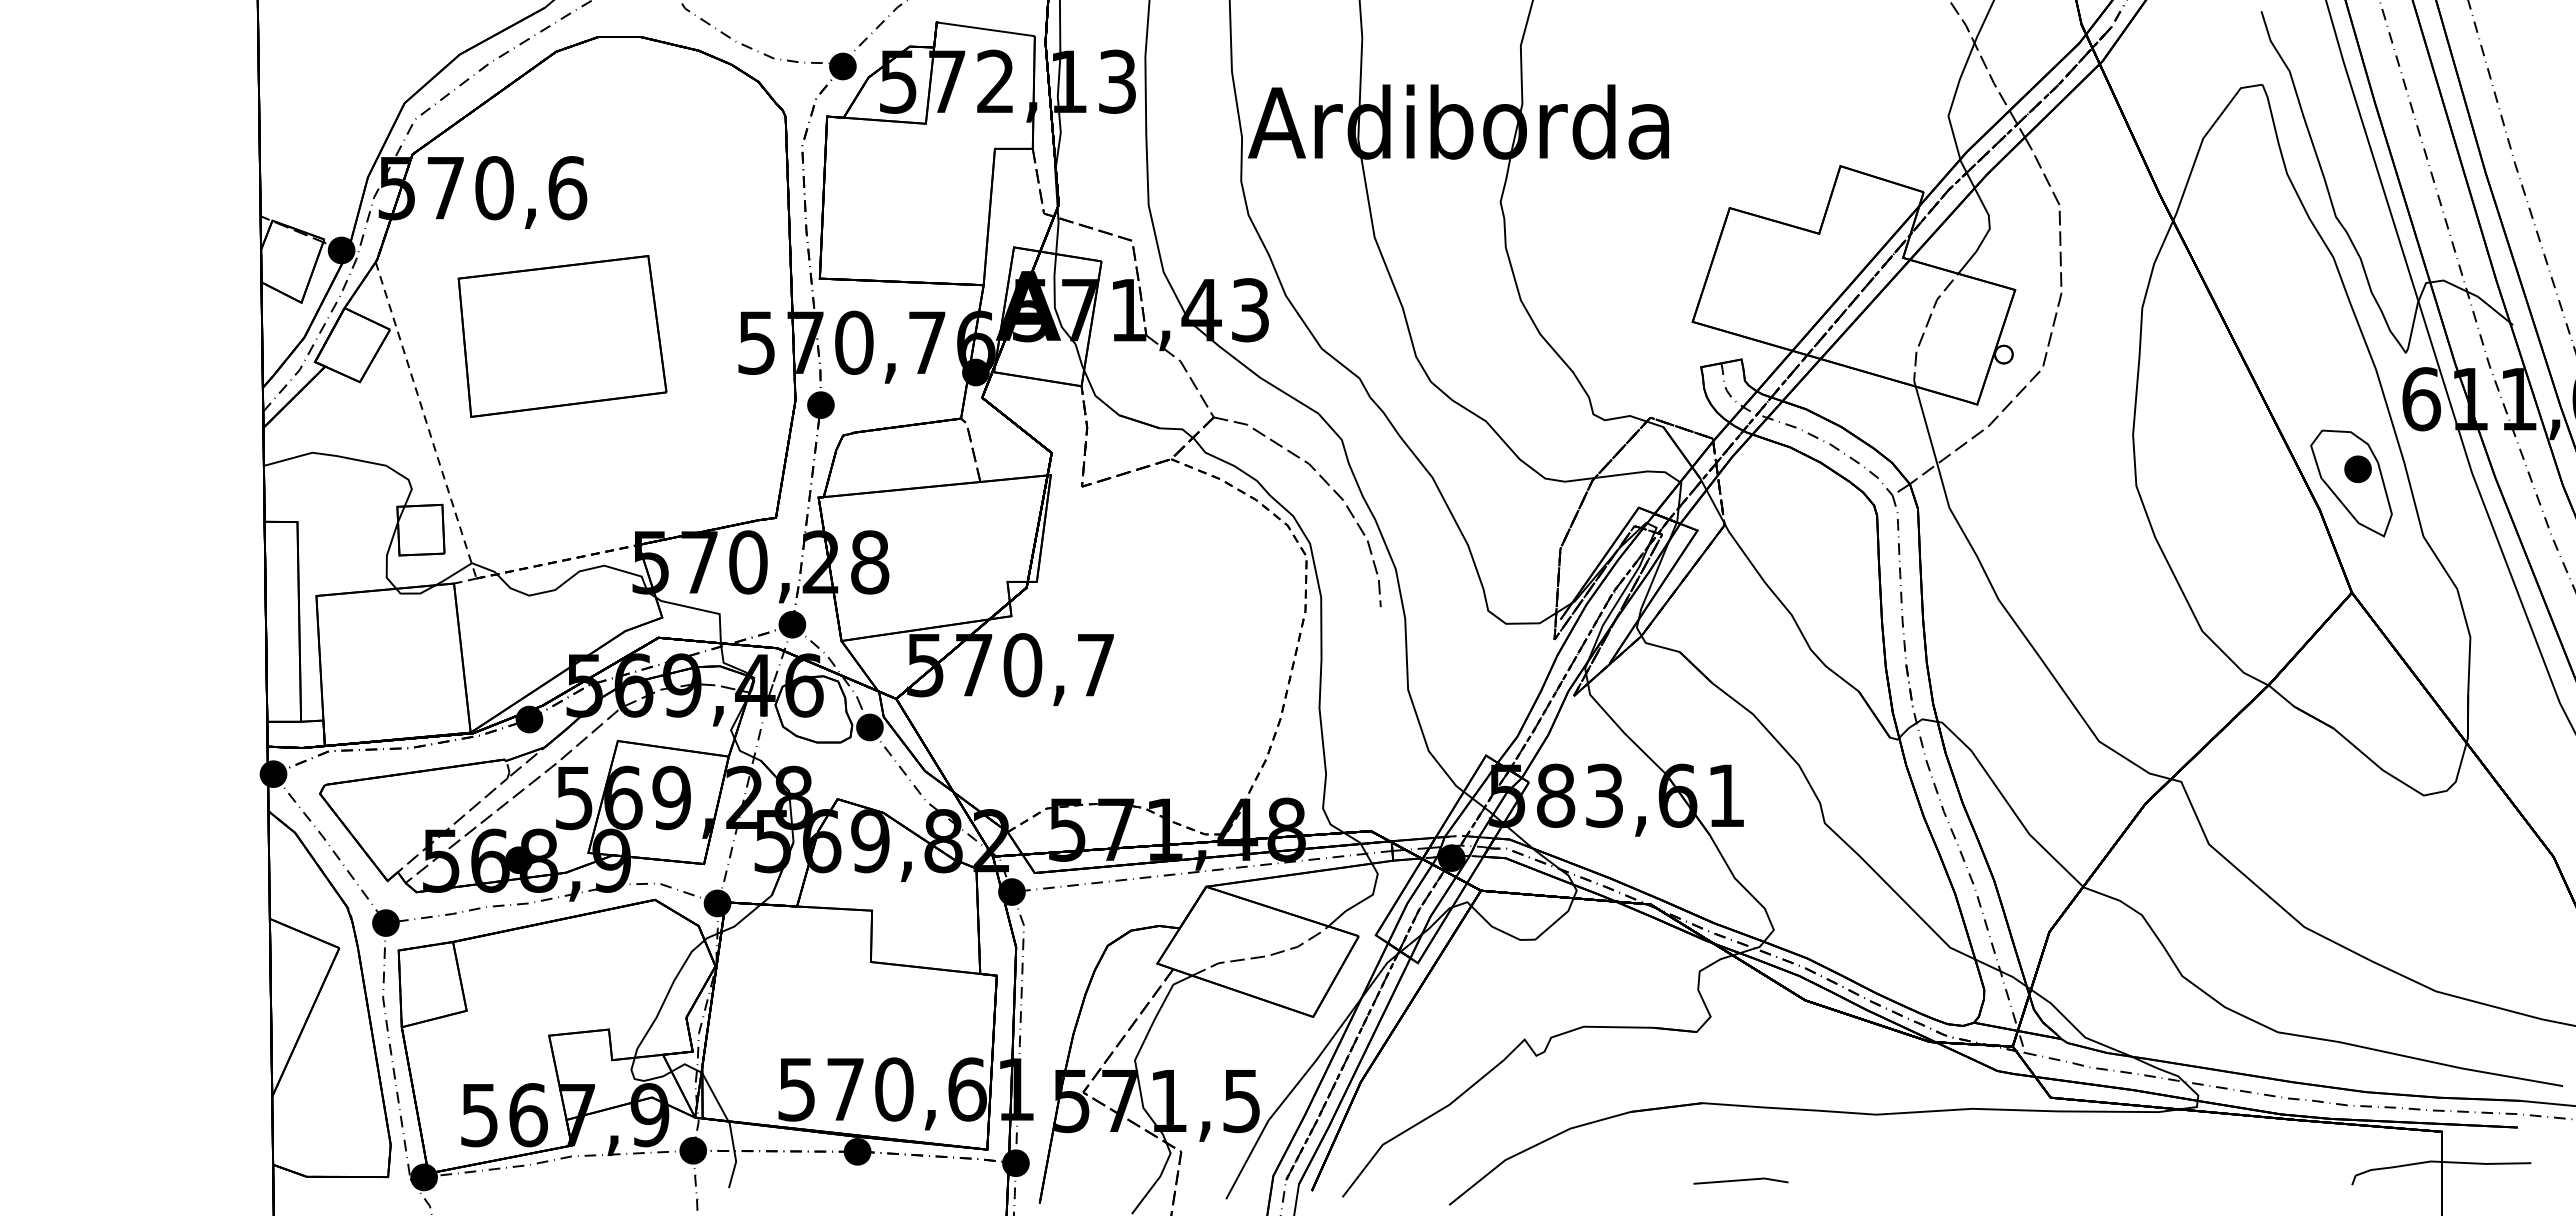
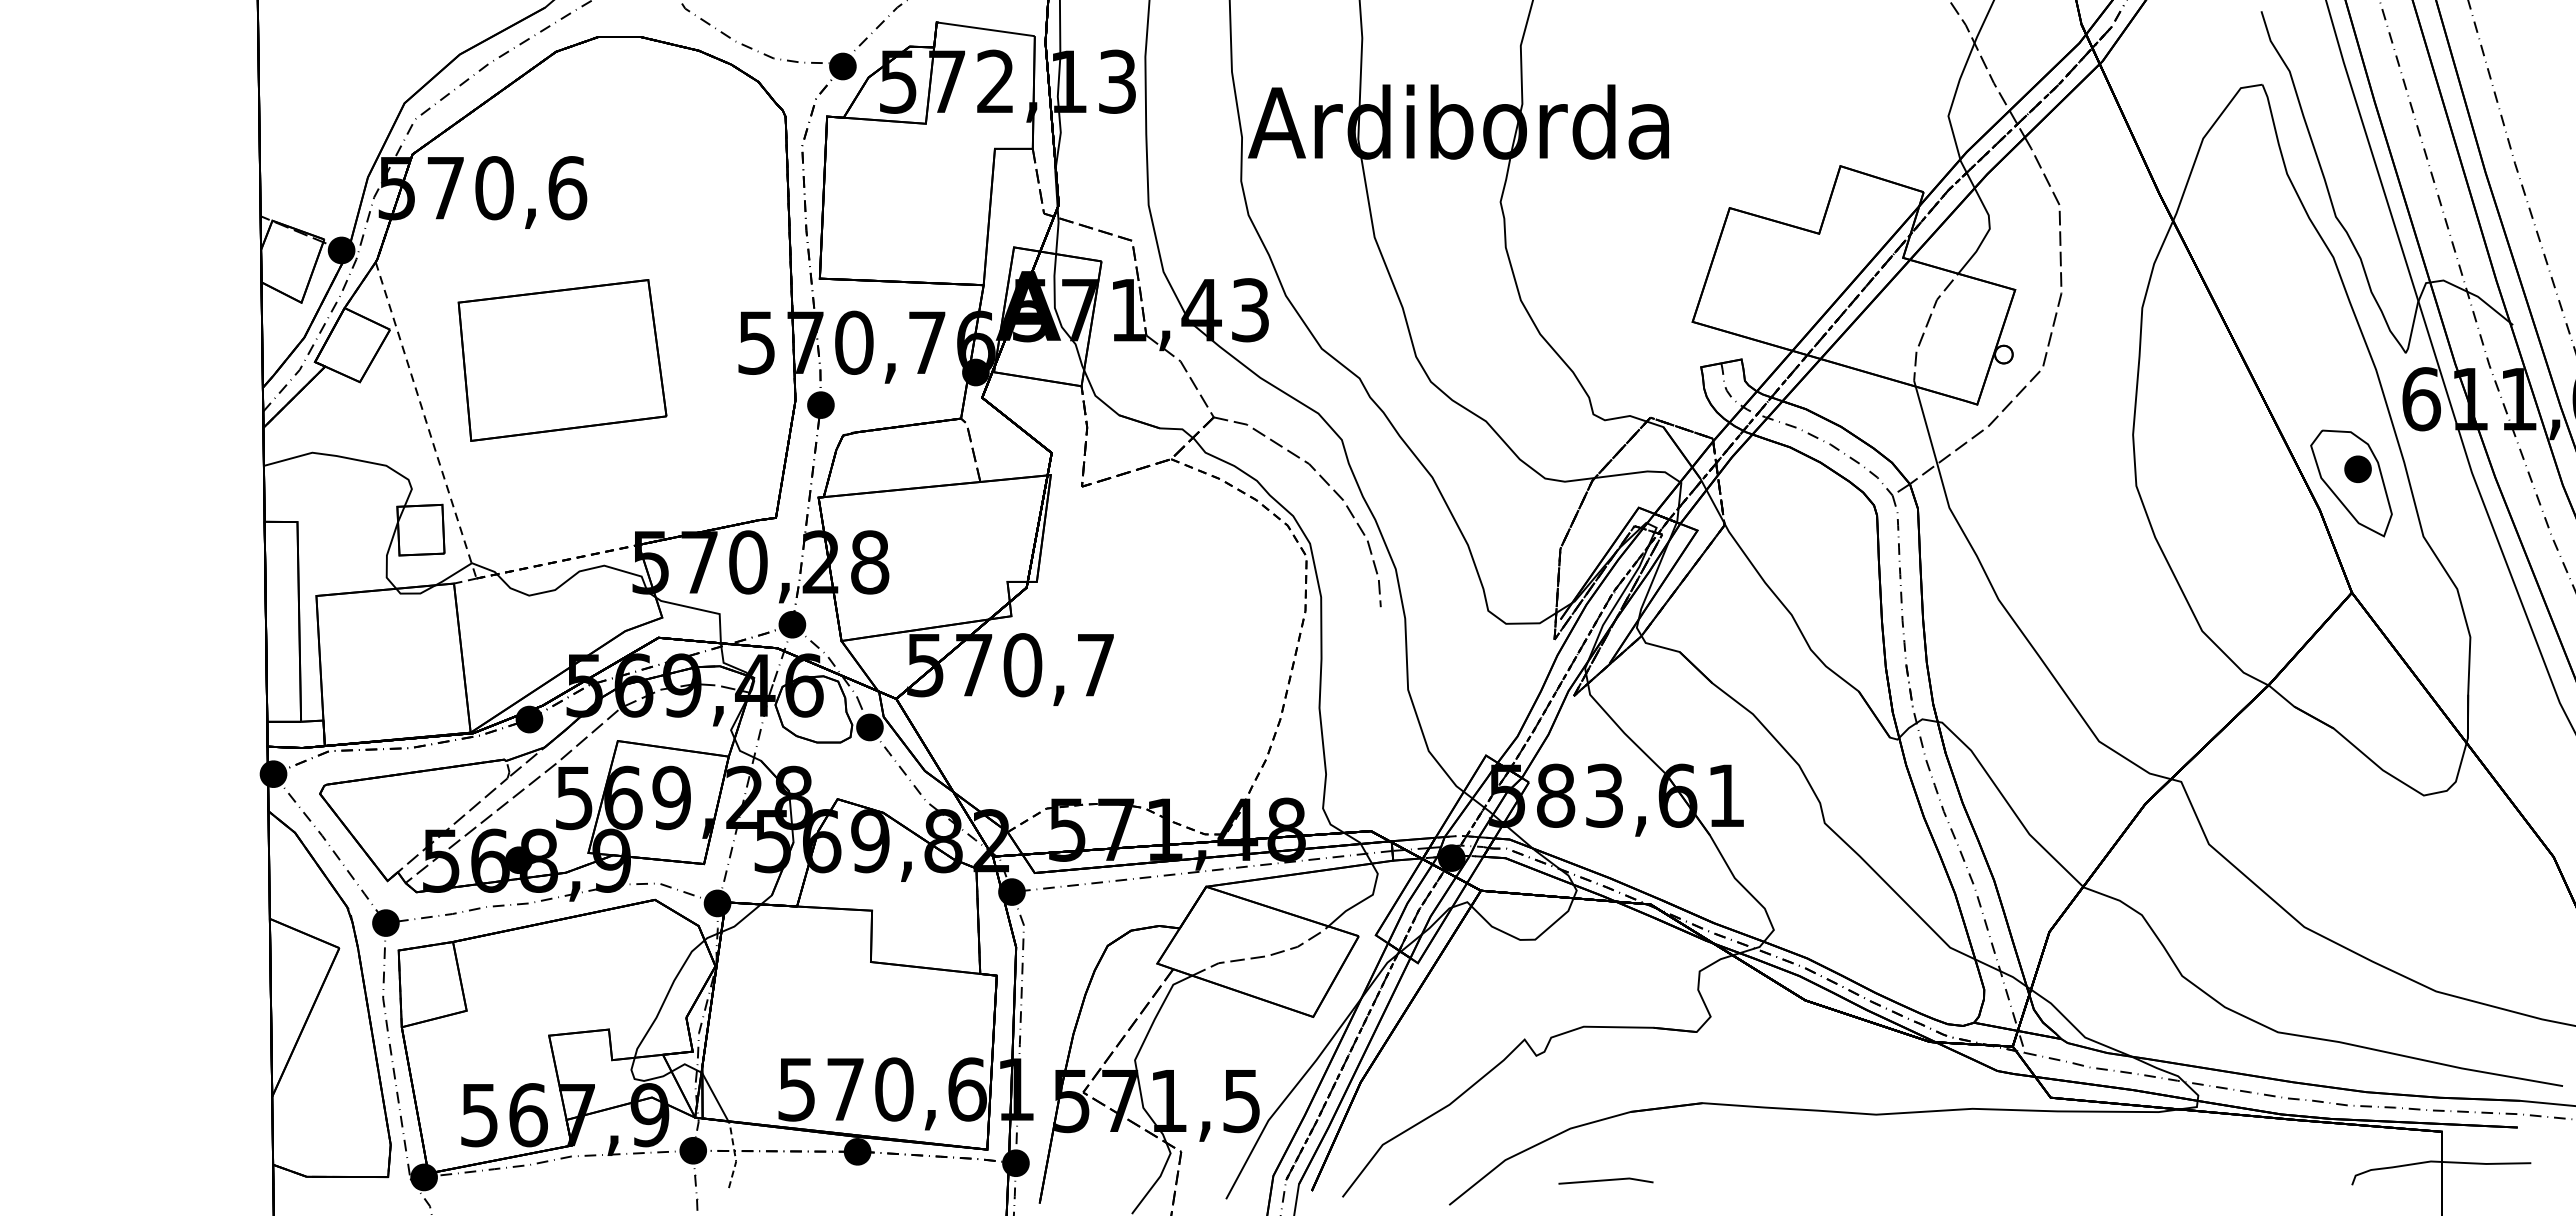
part at (562, 336) position: (562, 336) -> (562, 360)
line at (735, 1154): solid -> dashed
line at (1740, 1180) position: (1740, 1180) -> (1605, 1180)
